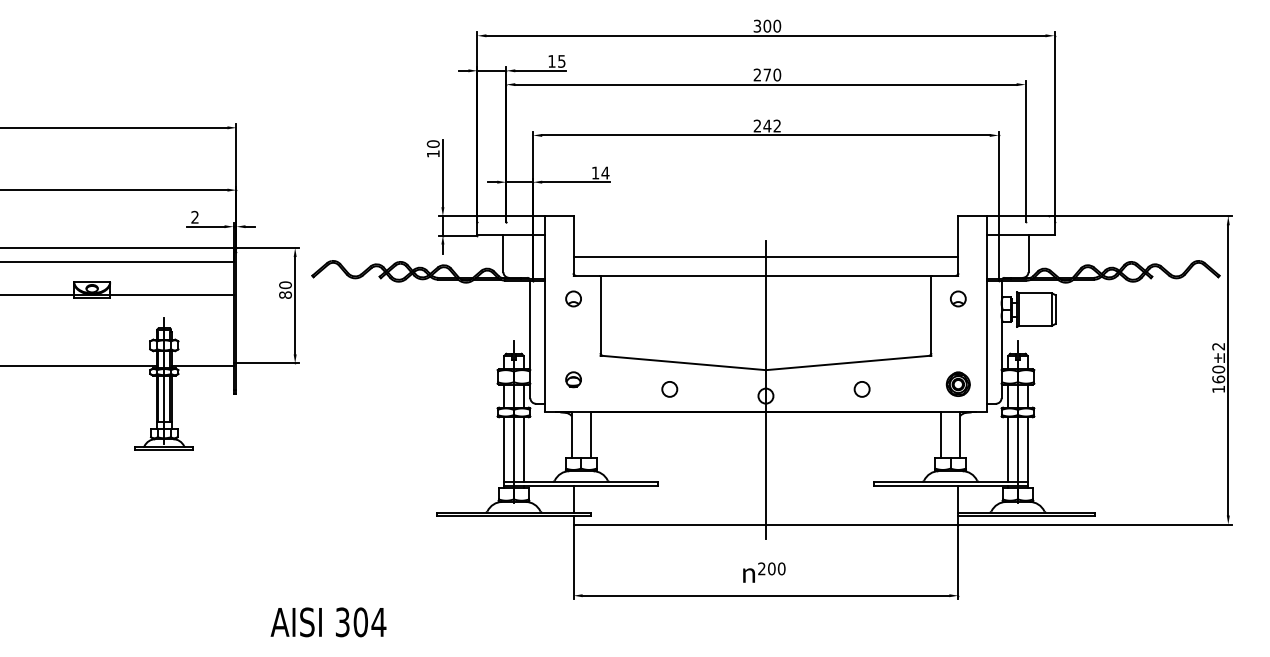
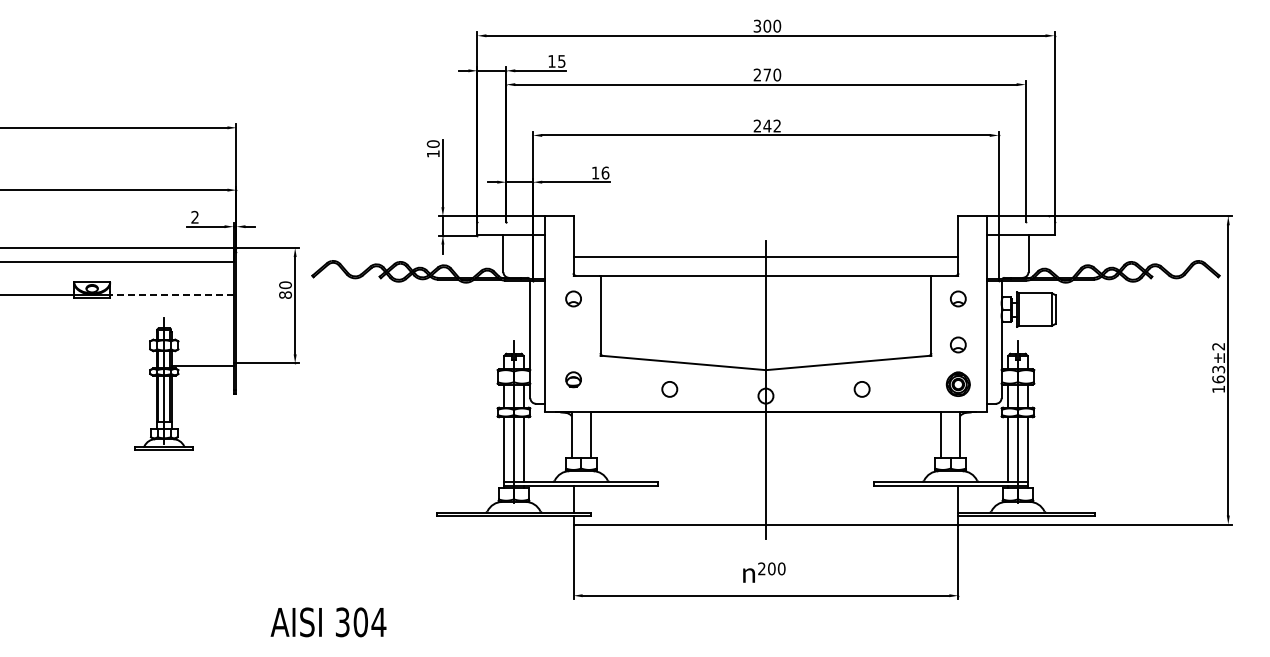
text at (605, 172): 14 -> 16
line at (171, 294): solid -> dashed
part at (958, 344): none -> present
line at (79, 365): present -> none
text at (1218, 369): 160 -> 163
